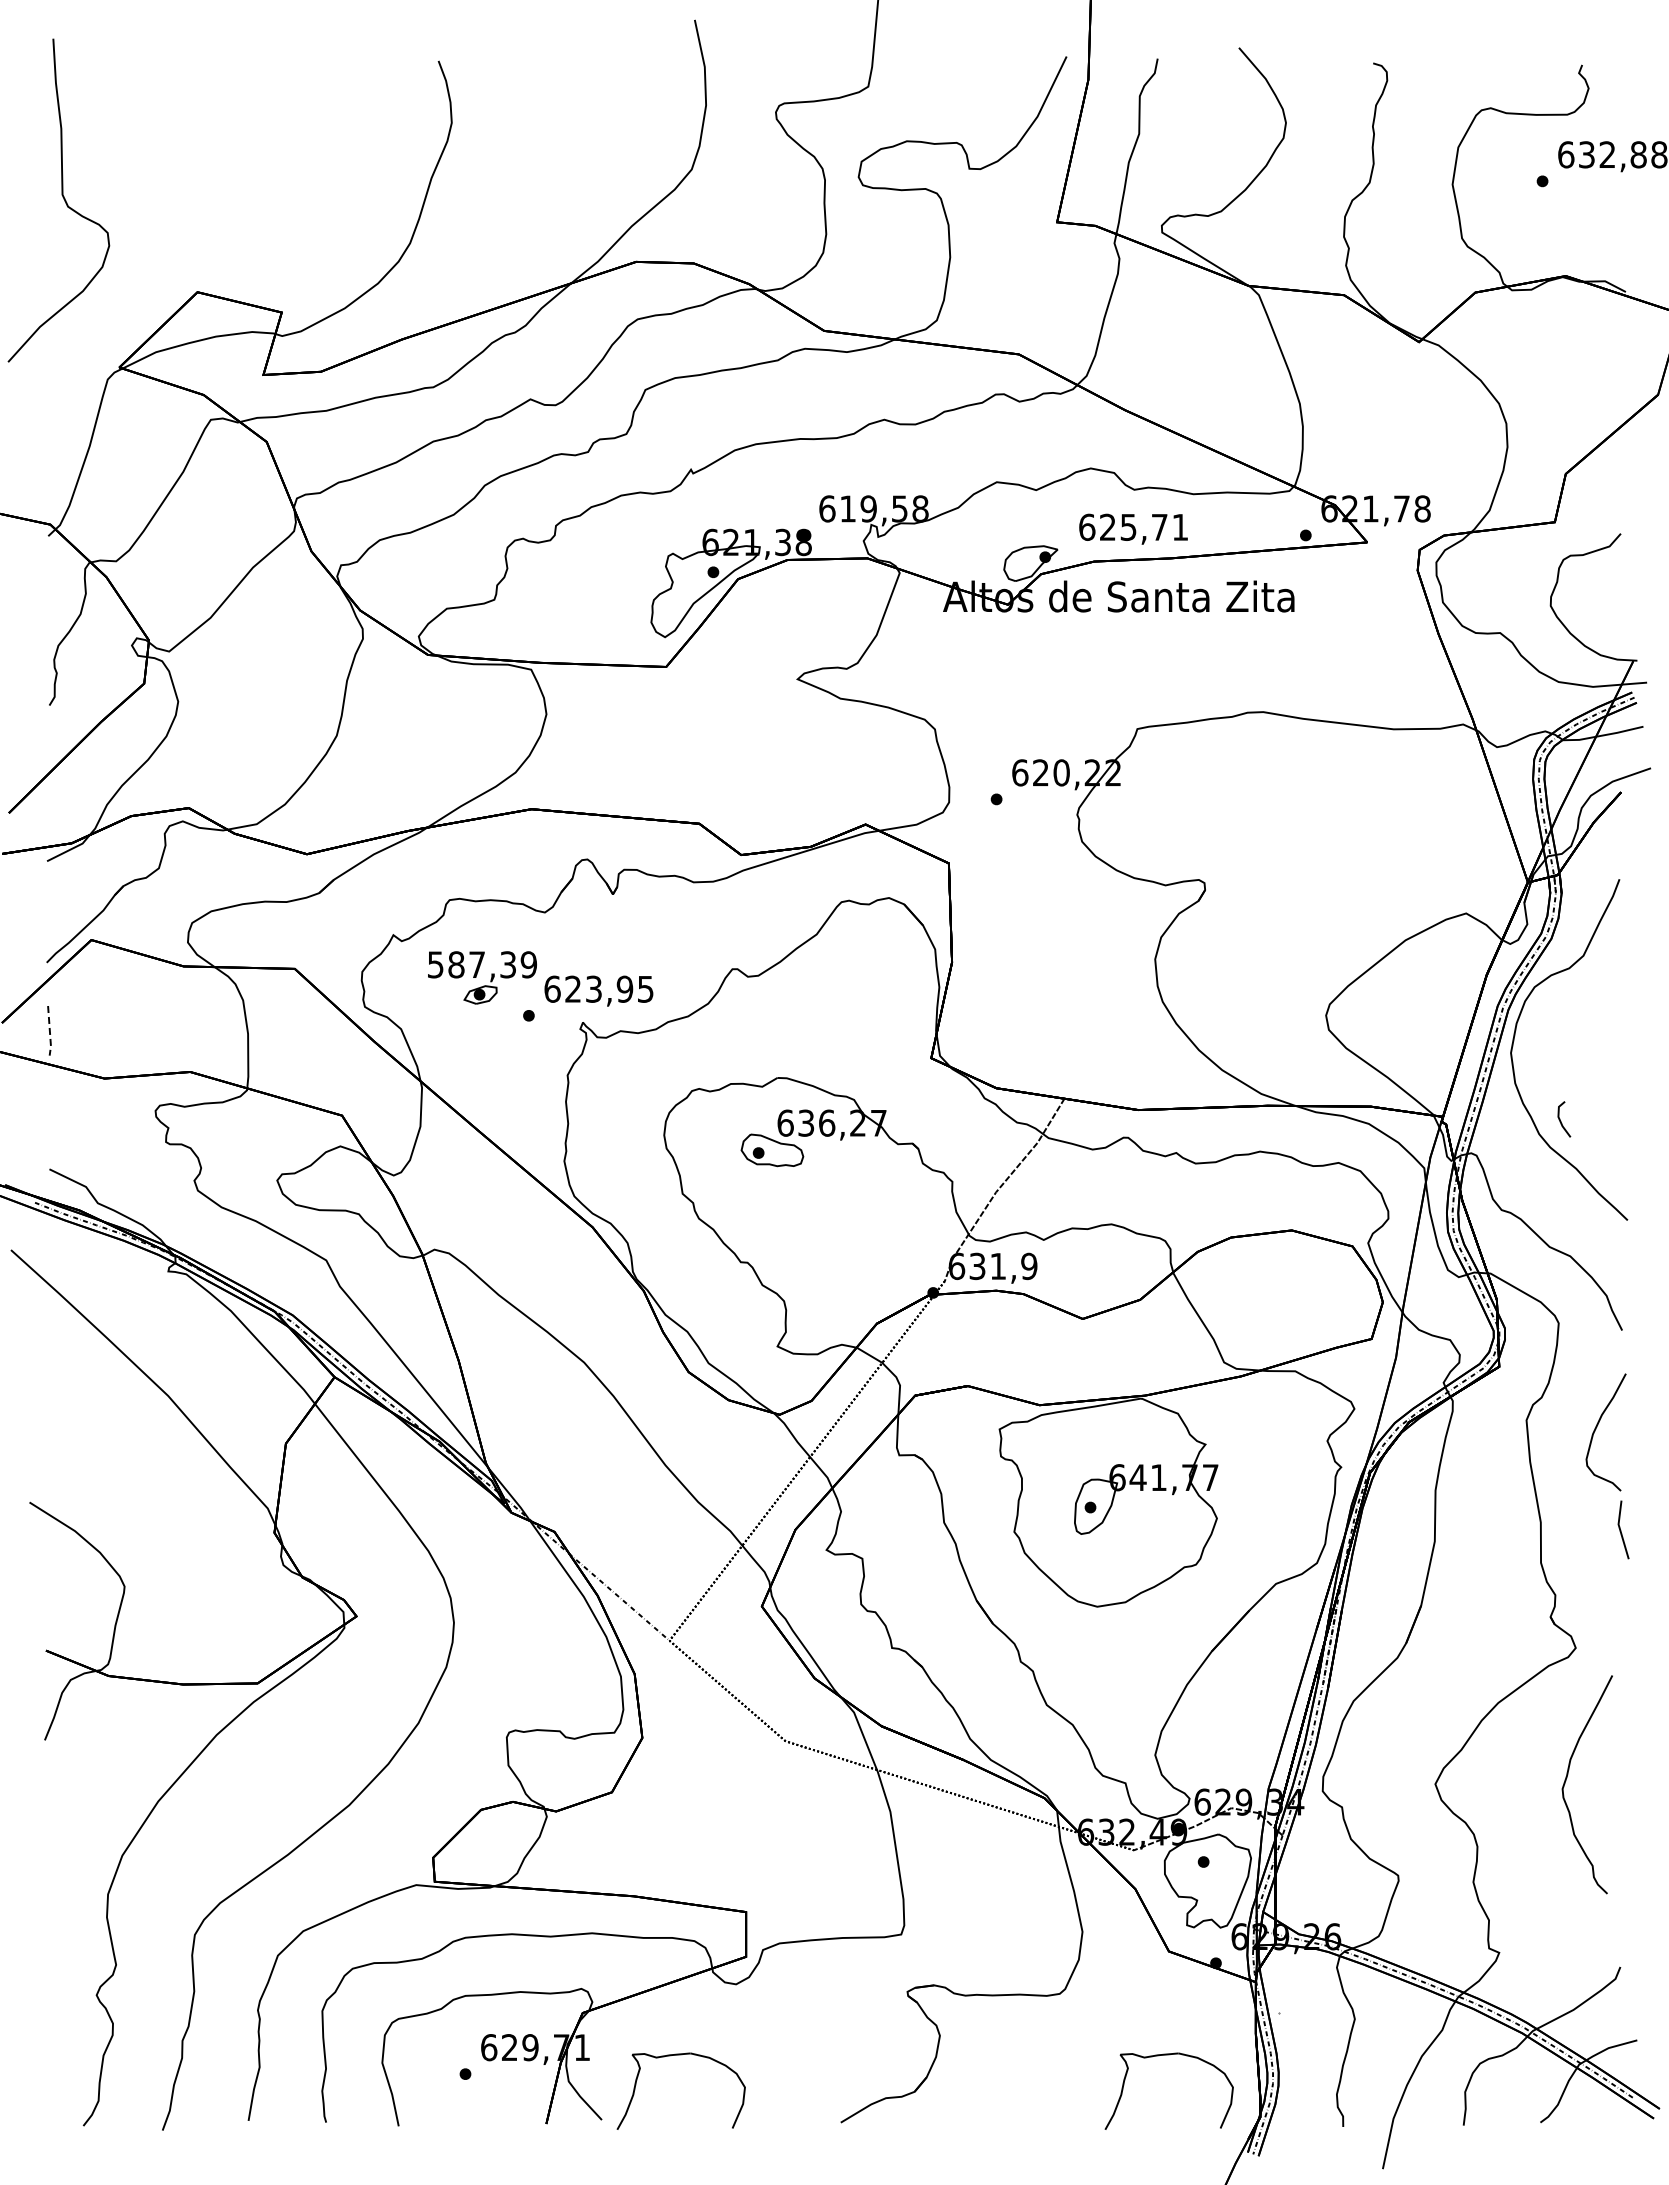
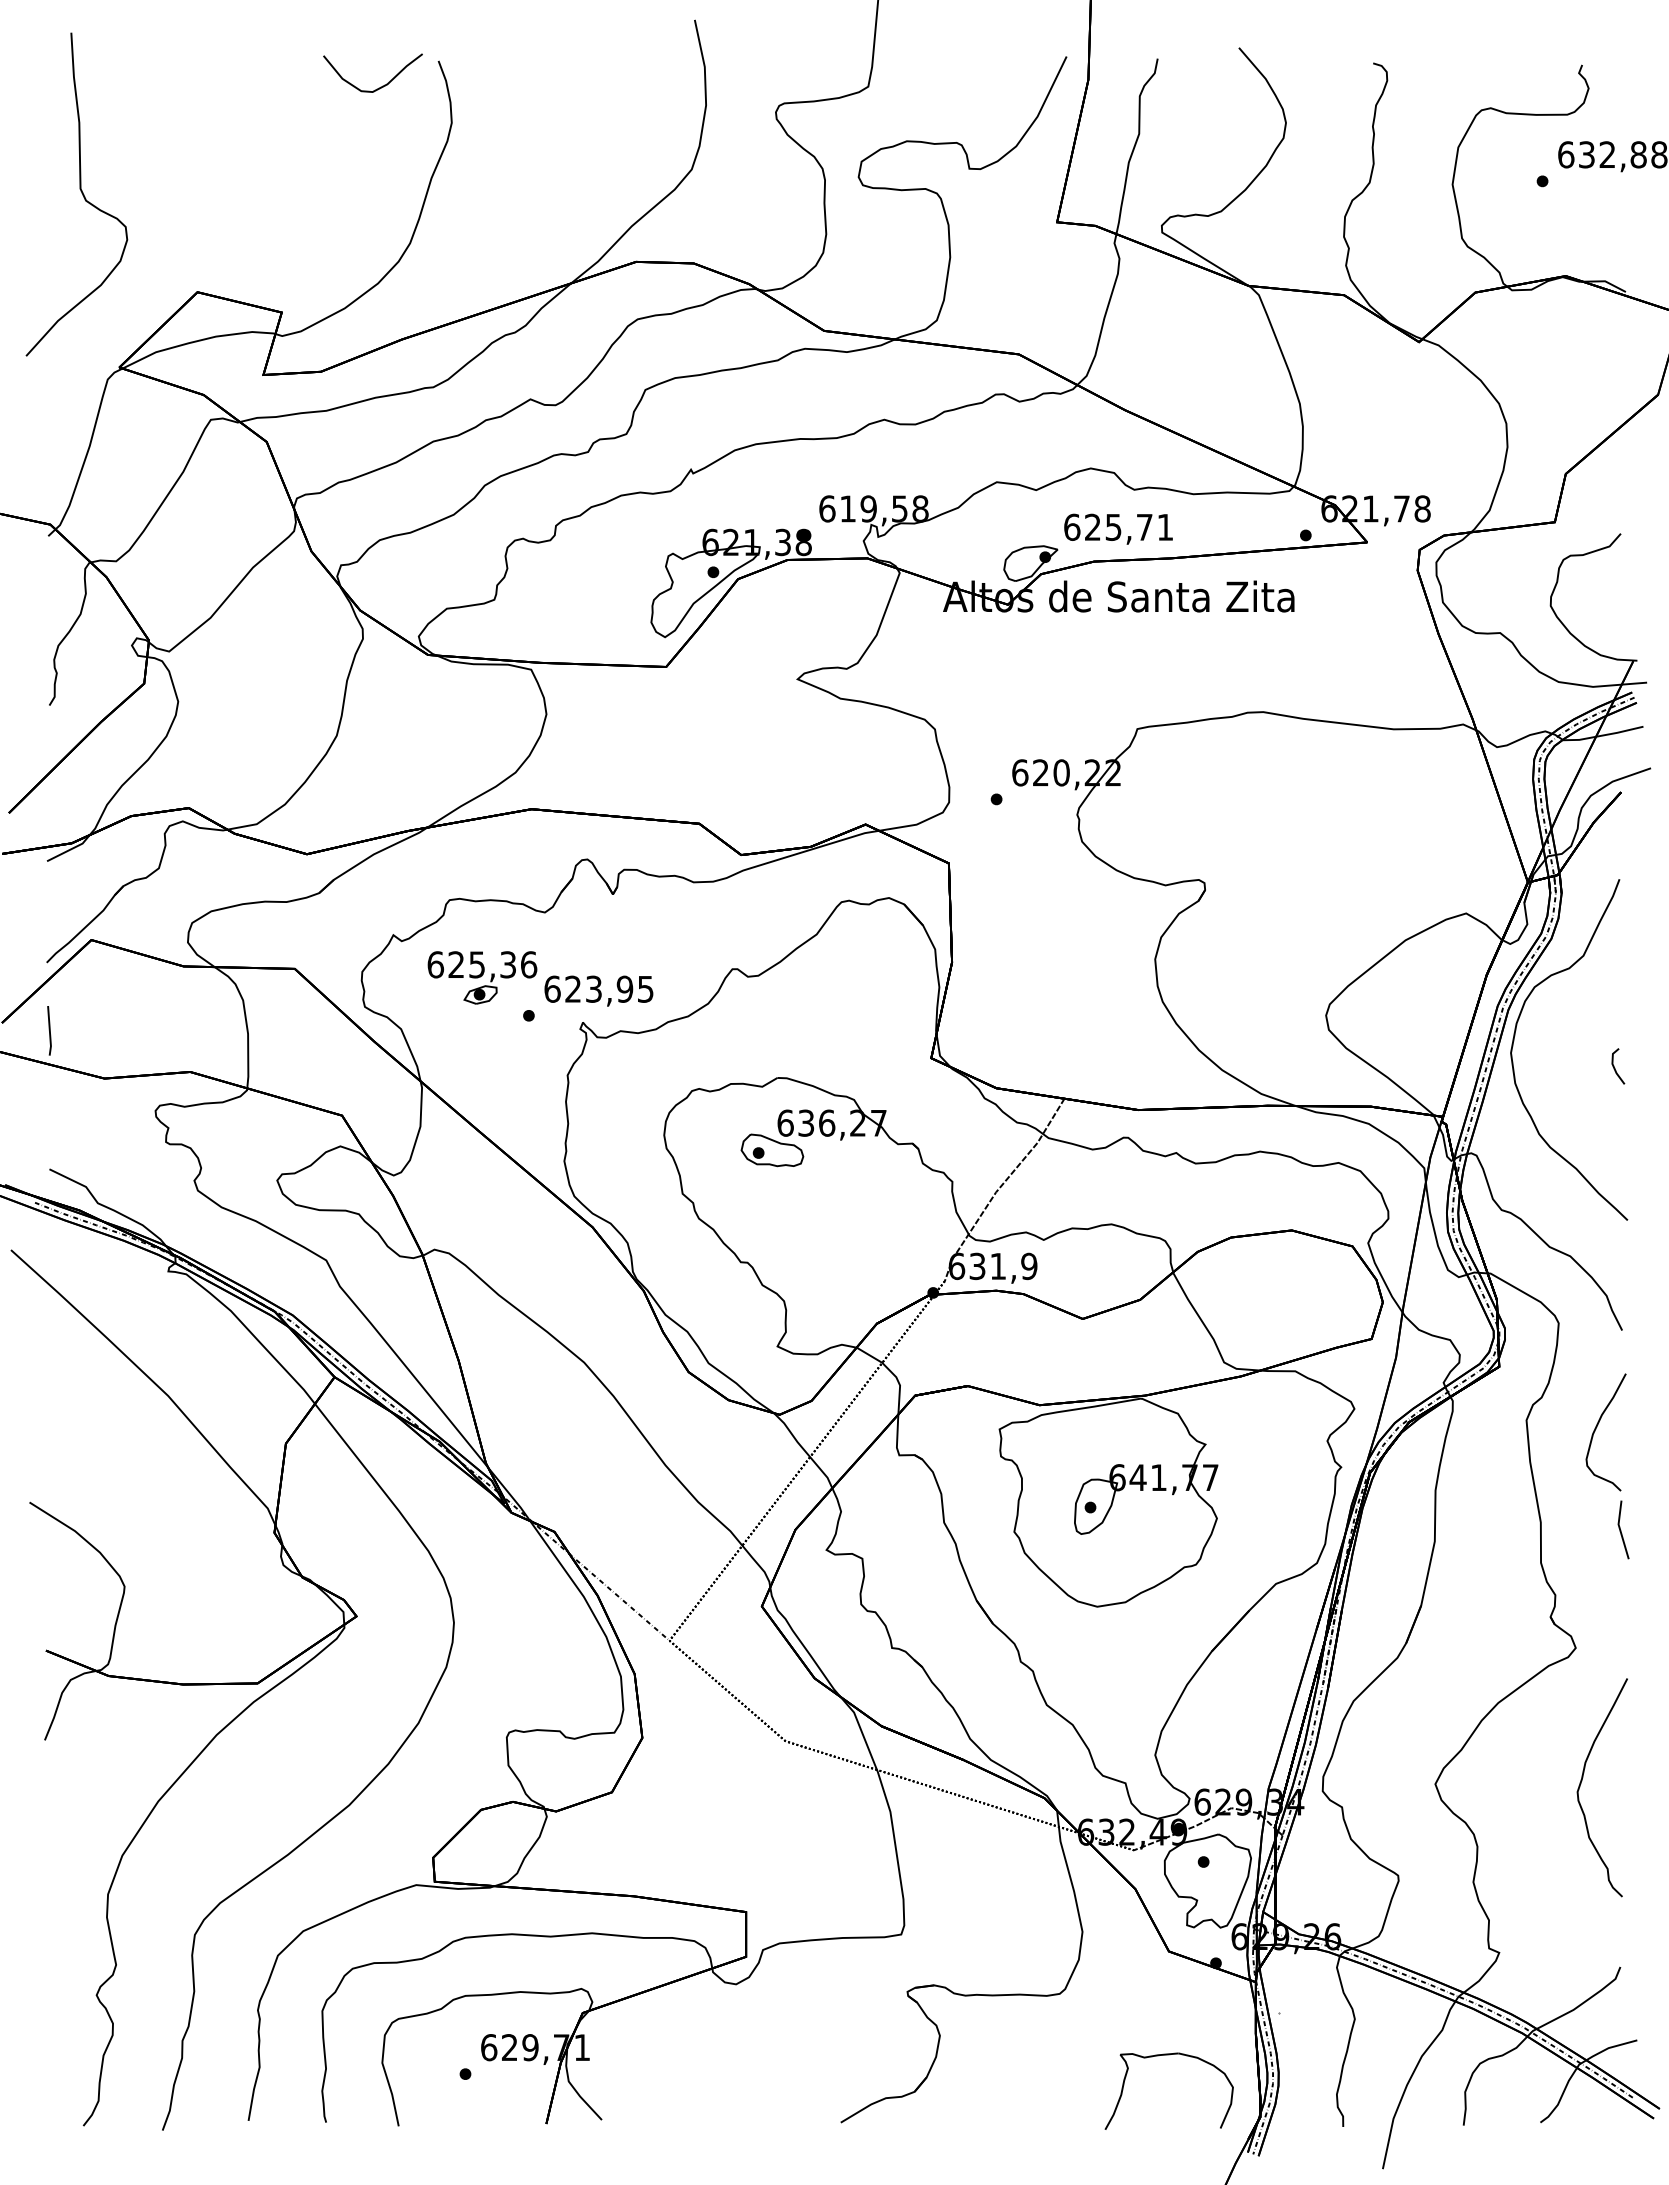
curve at (380, 86): none -> present
curve at (62, 197) position: (62, 197) -> (80, 191)
text at (1133, 528) position: (1133, 528) -> (1118, 528)
text at (482, 964): 587,39 -> 625,36
line at (49, 1031): dashed -> solid
line at (1561, 1121) position: (1561, 1121) -> (1615, 1068)
curve at (1567, 1778) position: (1567, 1778) -> (1582, 1781)
part at (680, 2055): present -> none
